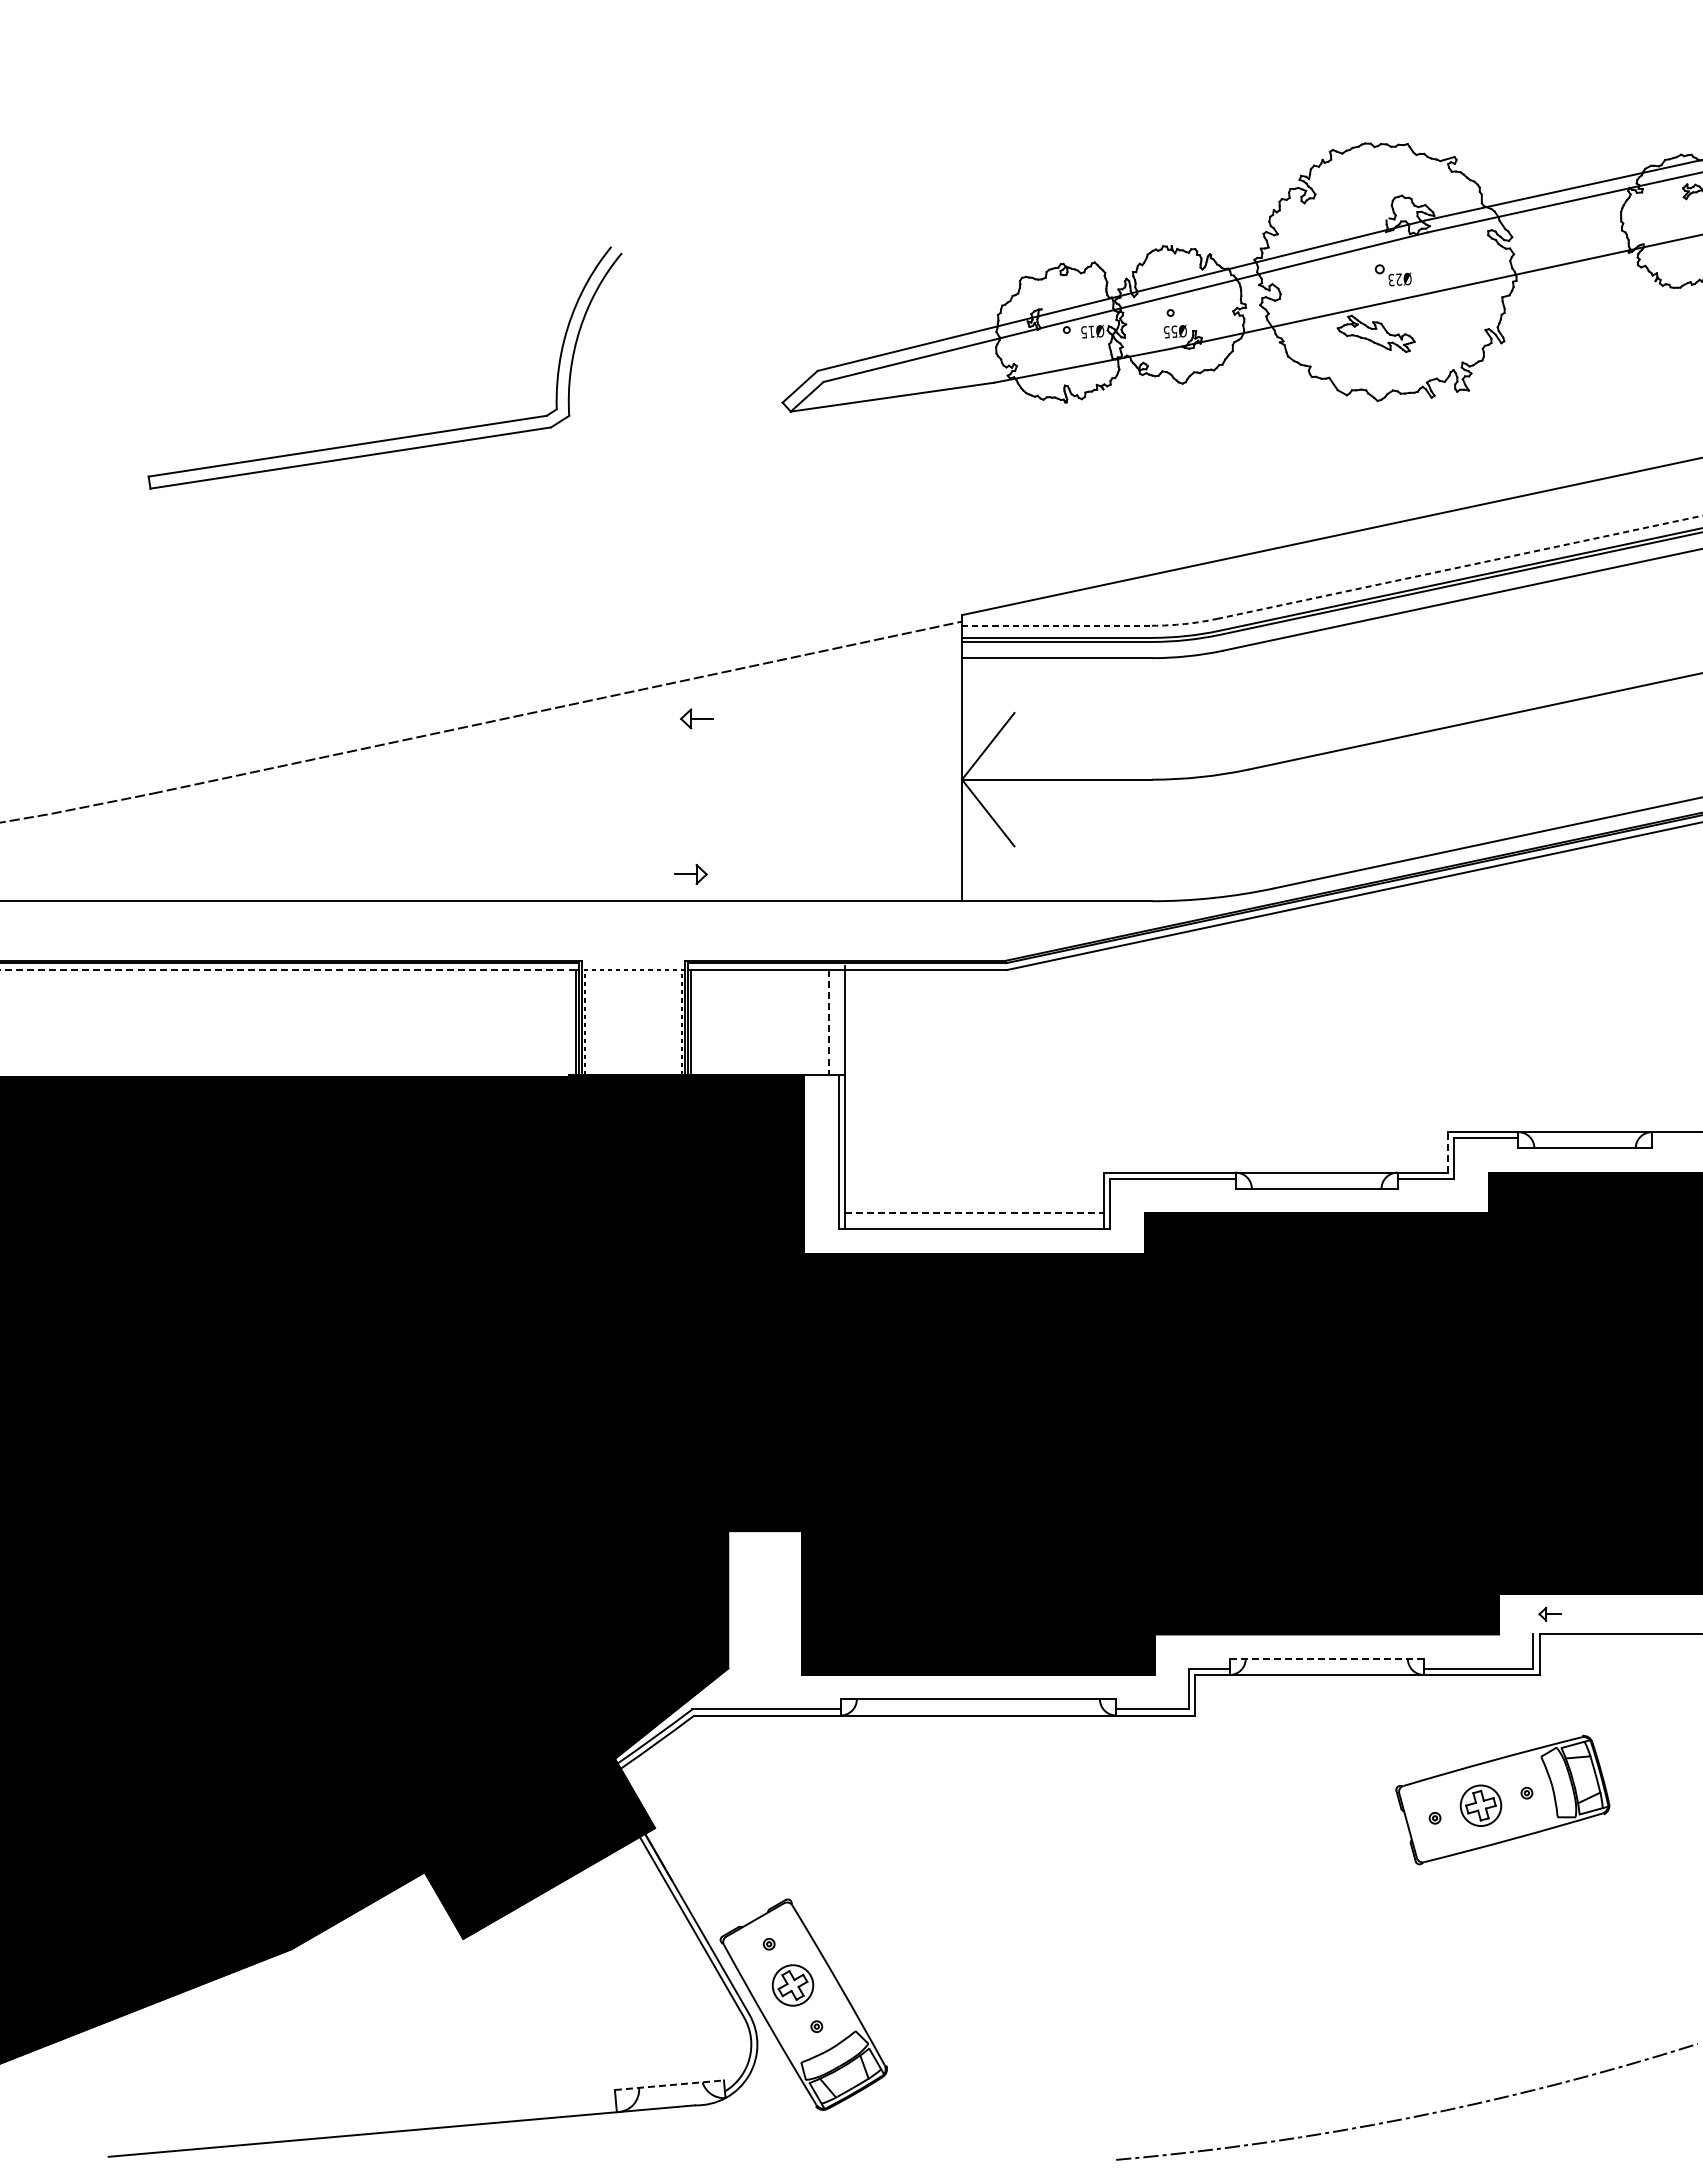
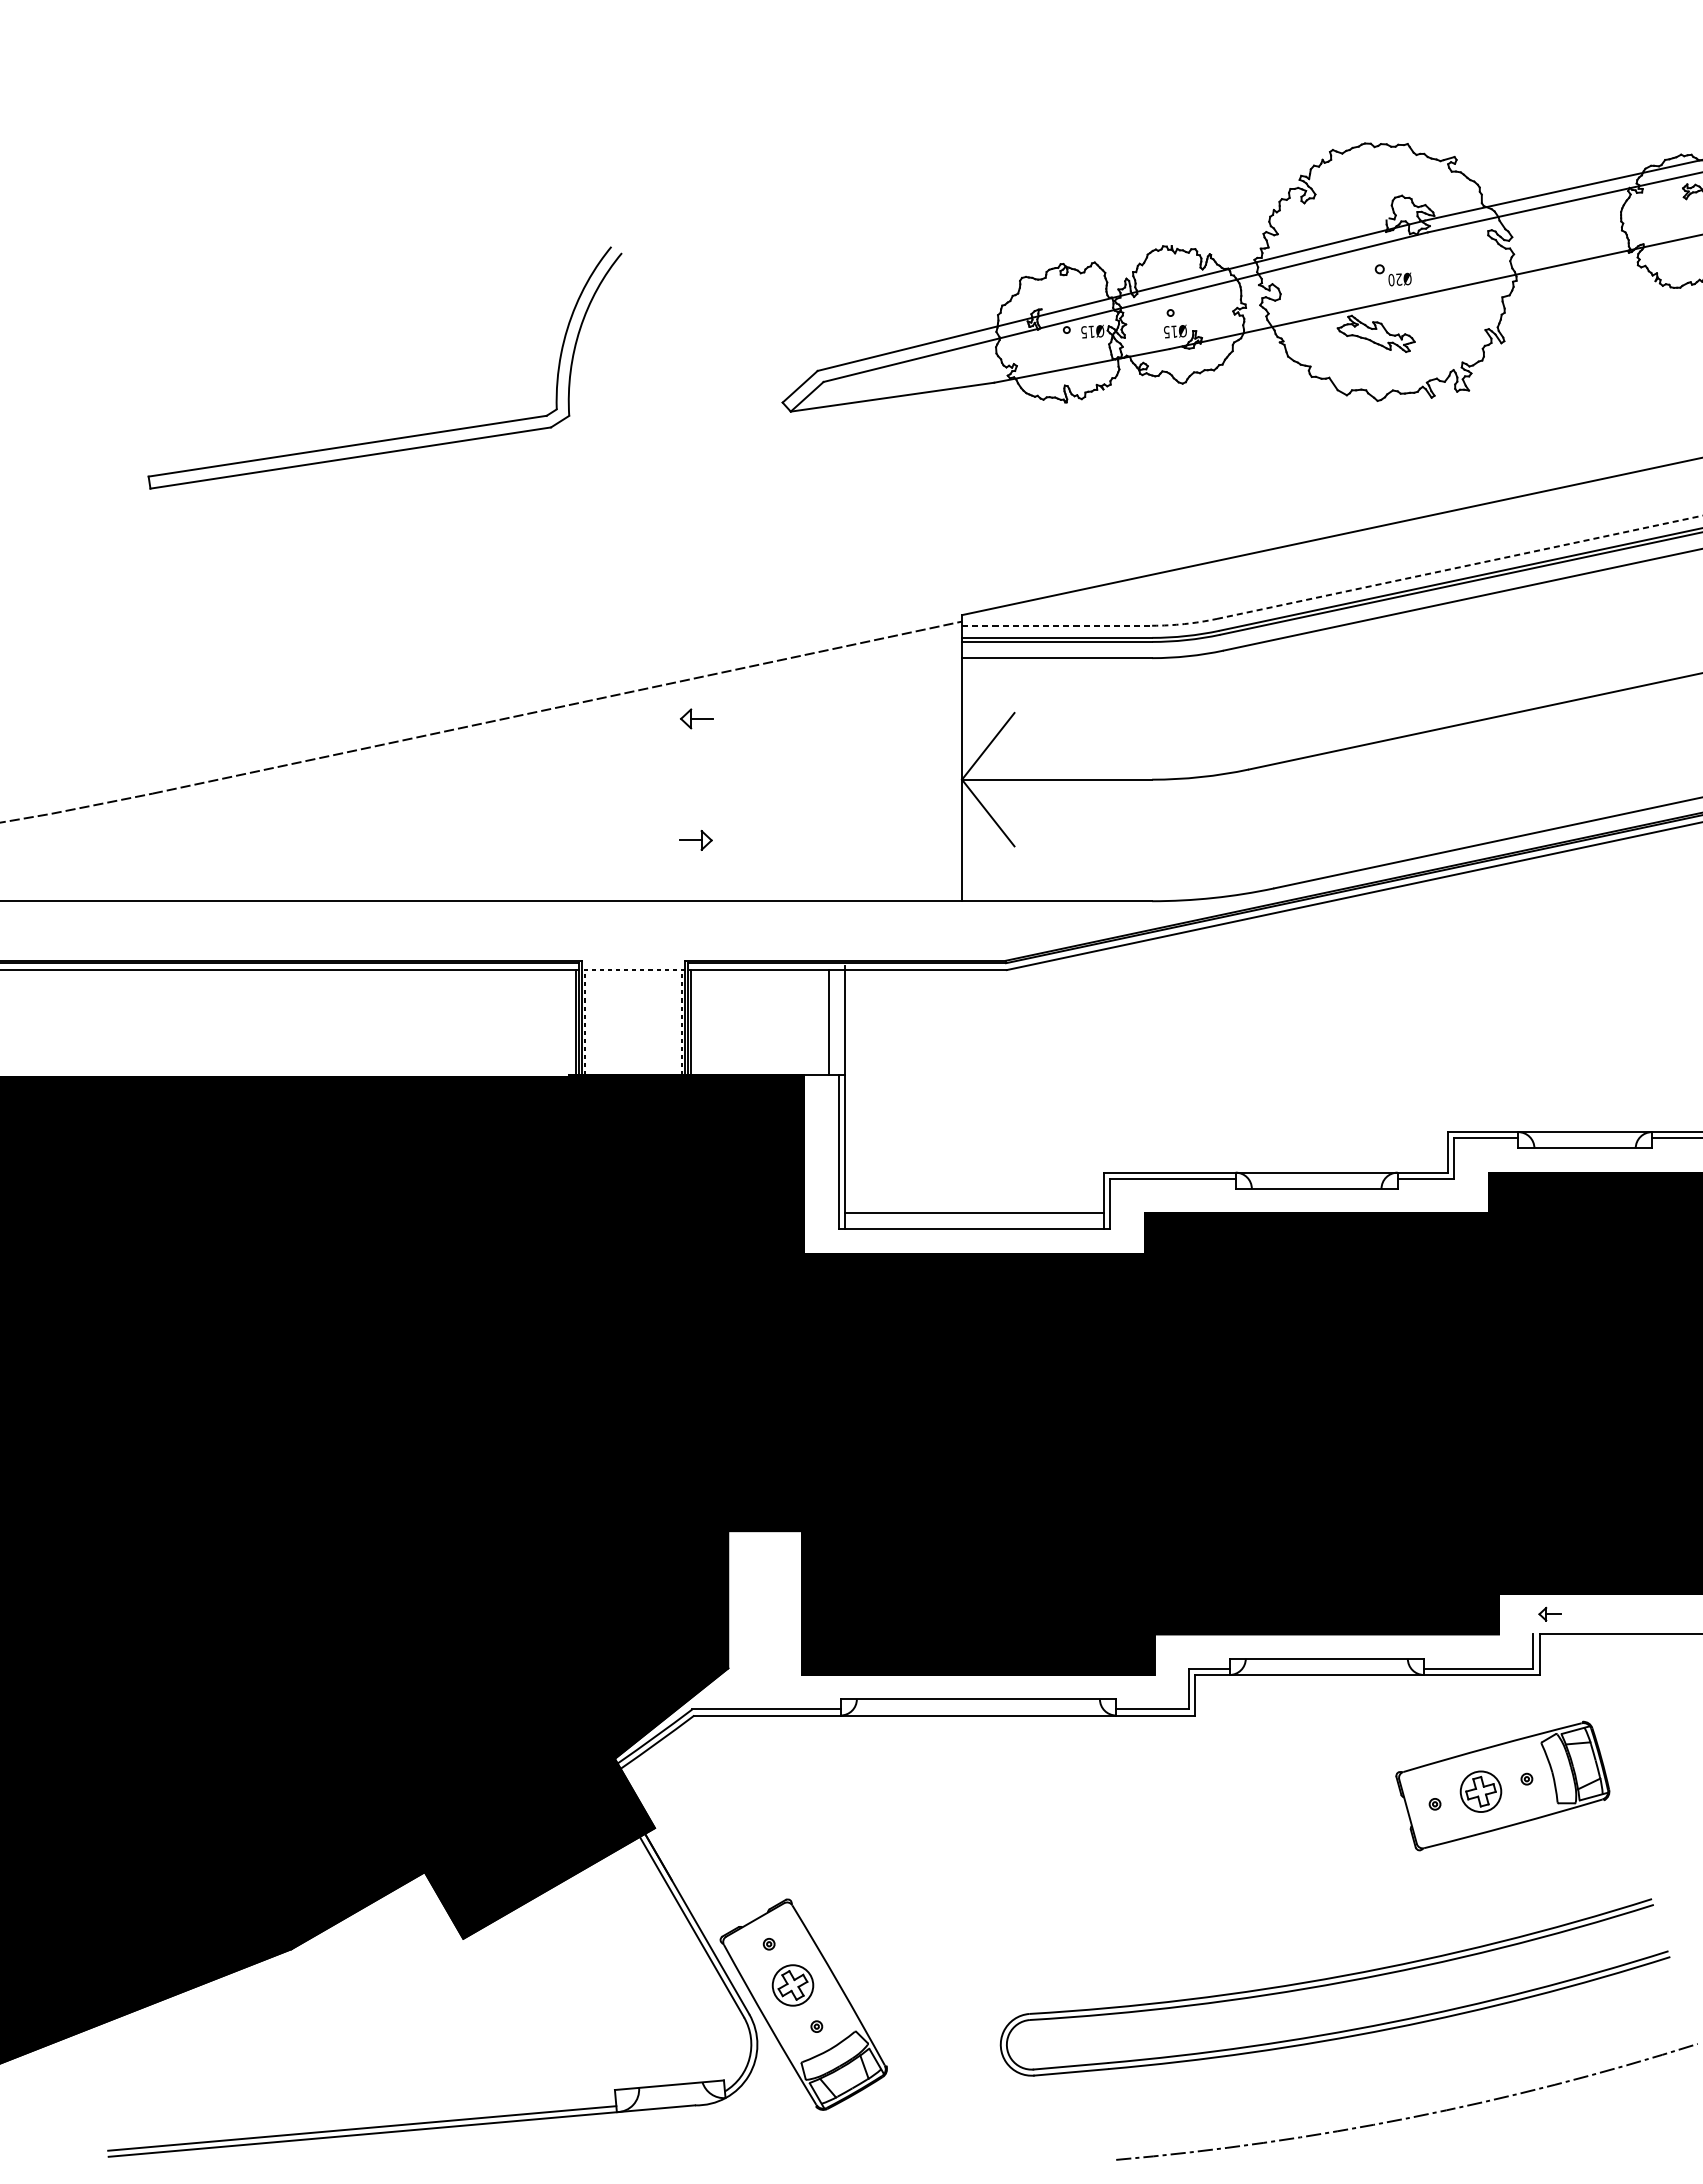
text at (1391, 279): Ø23 -> Ø20
text at (1174, 331): Ø55 -> Ø15
part at (690, 874) position: (690, 874) -> (695, 840)
line at (287, 970): dashed -> solid
line at (828, 1022): dashed -> solid
line at (1675, 1138): none -> present
line at (1448, 1151): dashed -> solid
line at (974, 1213): dashed -> solid
line at (1327, 1658): dashed -> solid
part at (1502, 1799) position: (1502, 1799) -> (1502, 1785)
part at (1334, 1987): none -> present
line at (669, 2085): dashed -> solid
line at (362, 2128): none -> present
